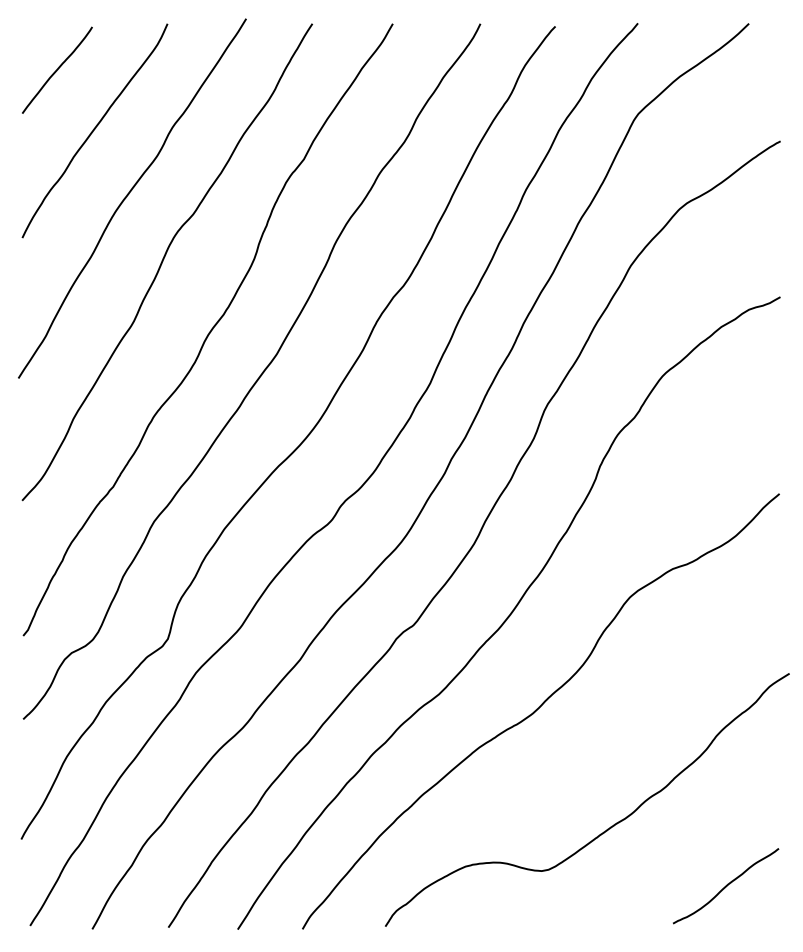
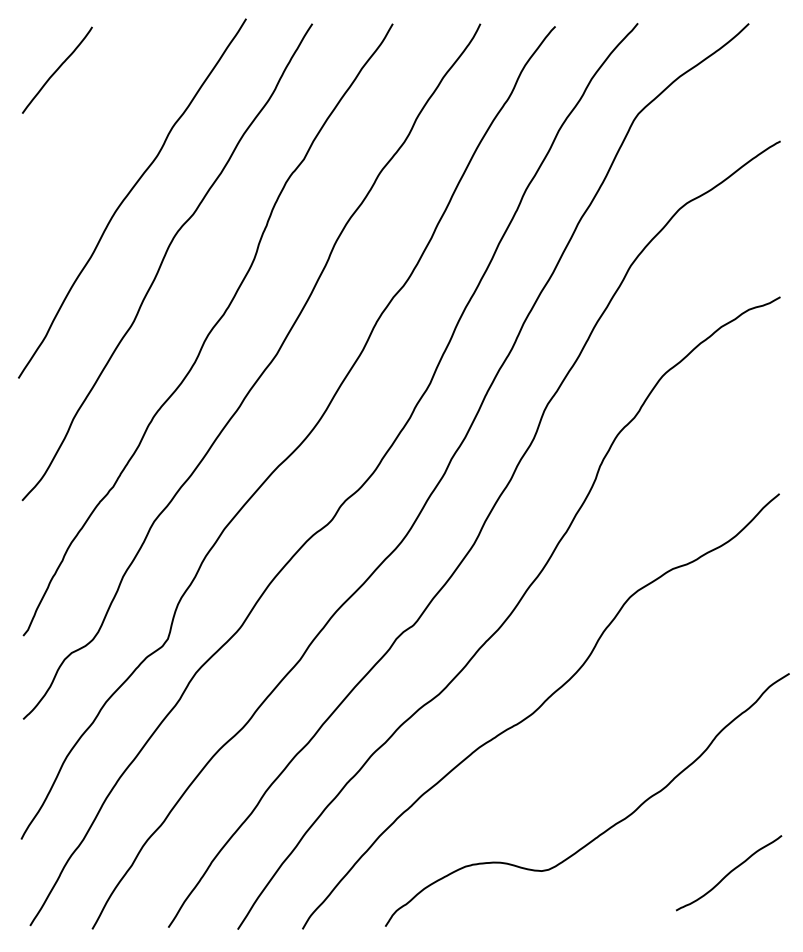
curve at (94, 130): present -> none
curve at (726, 886) position: (726, 886) -> (729, 873)
